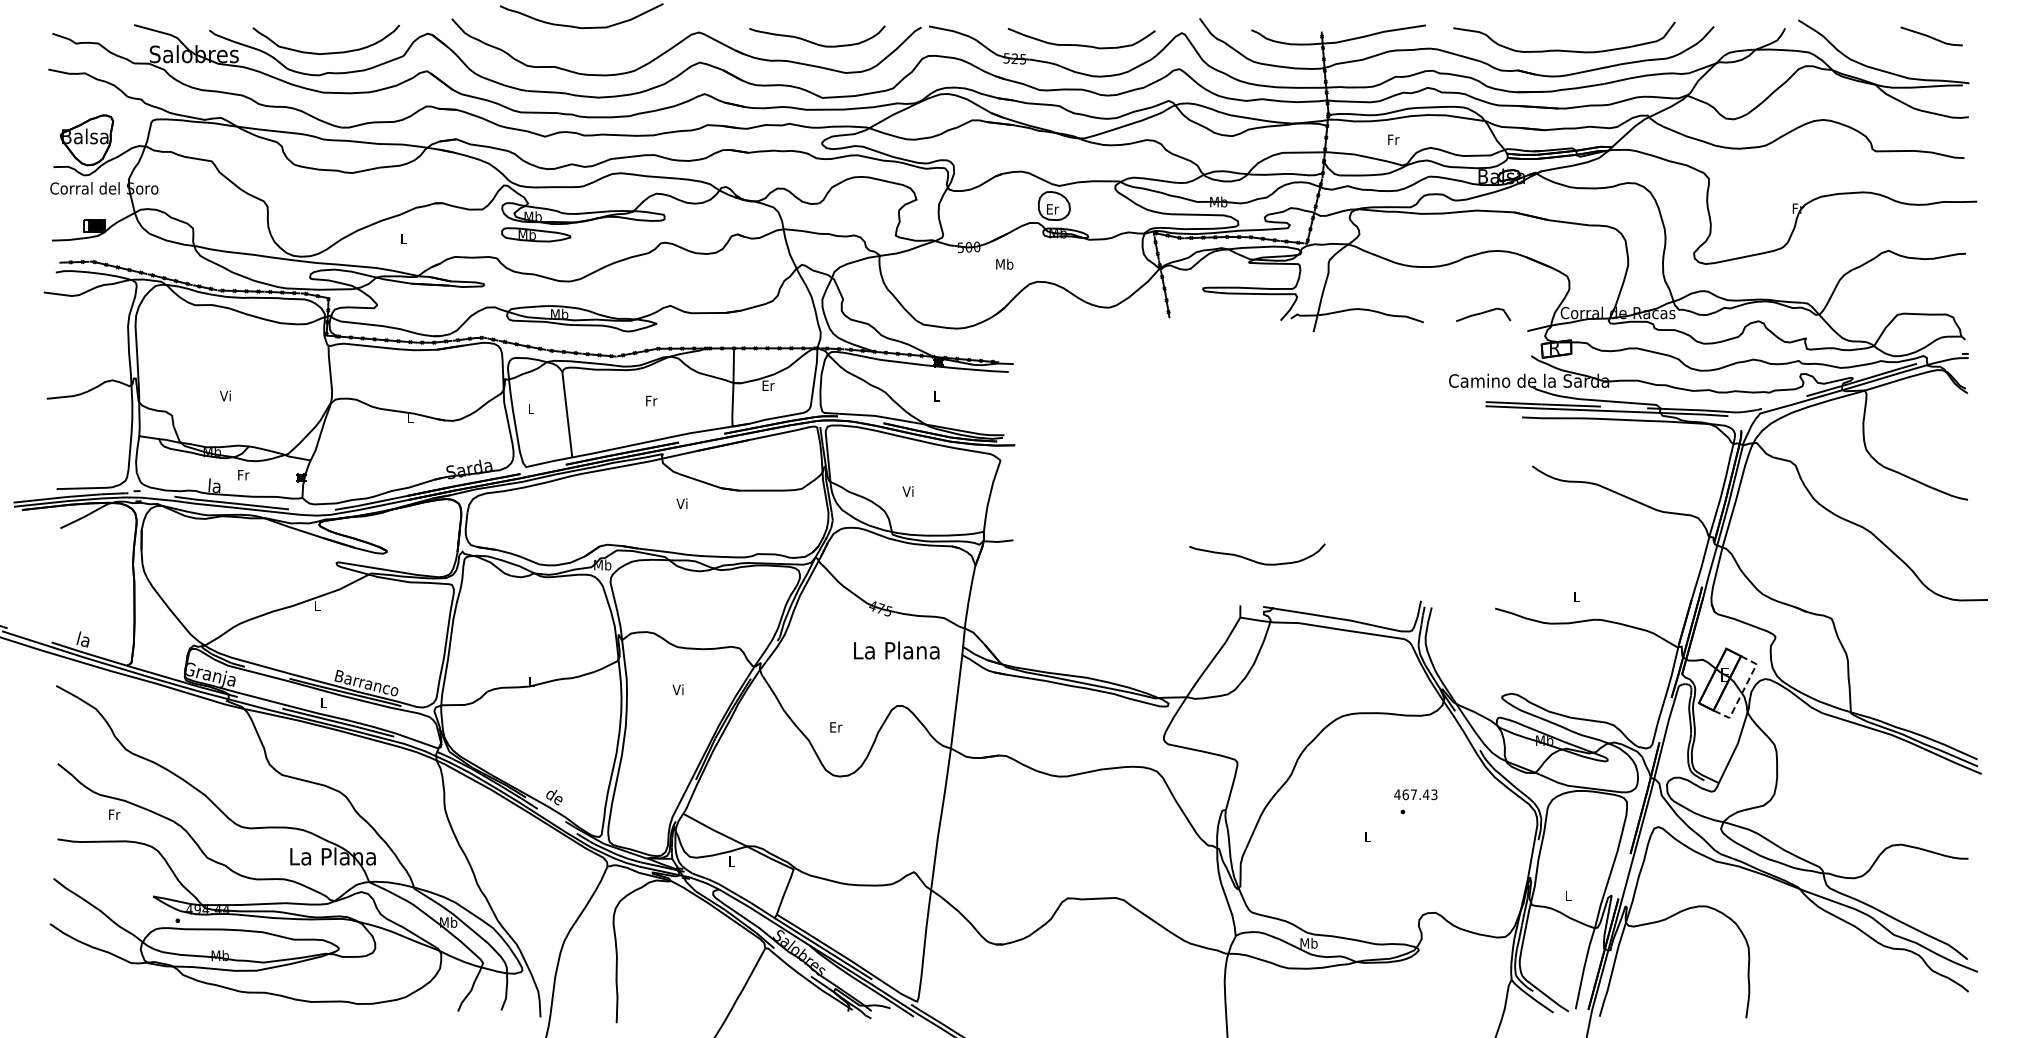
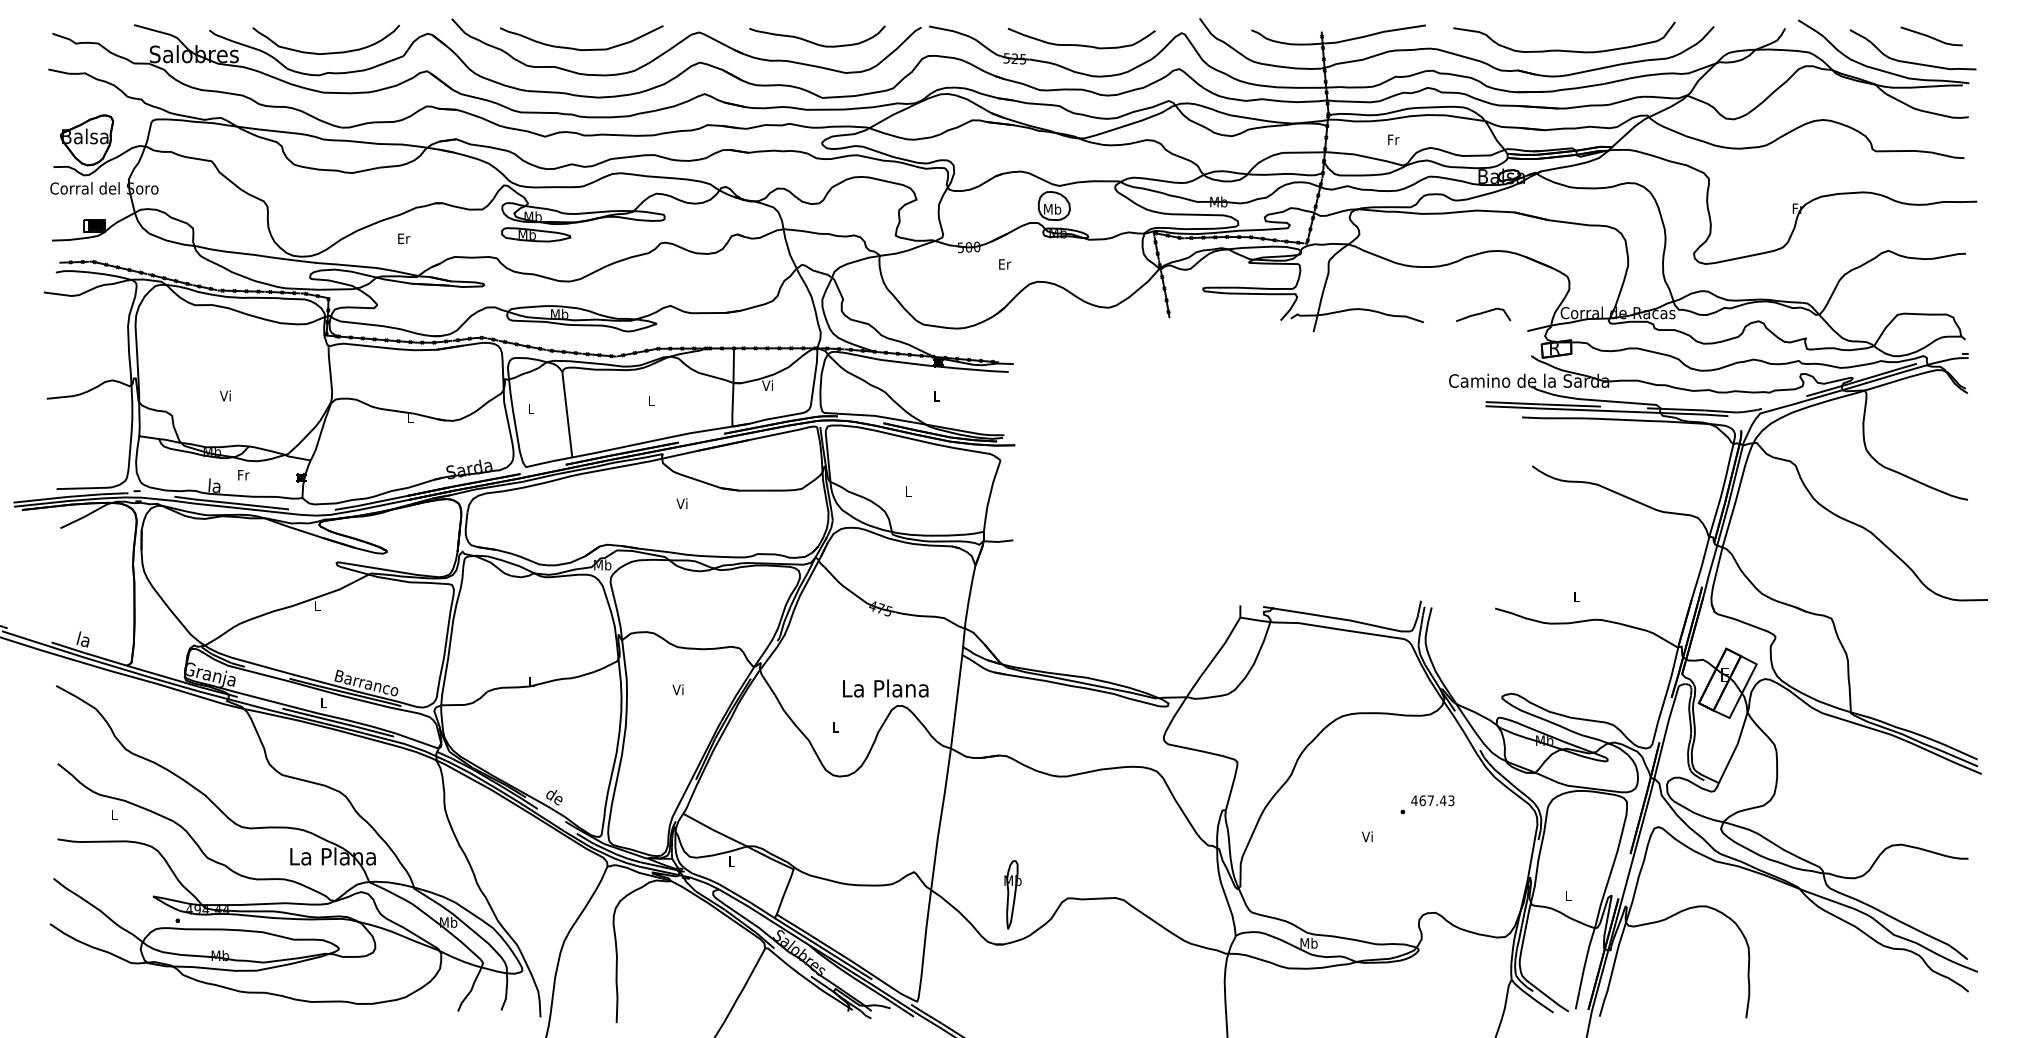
curve at (578, 26) position: (578, 26) -> (578, 48)
curve at (1909, 61): none -> present
text at (1052, 208): Er -> Mb
text at (404, 238): L -> Er
text at (1004, 263): Mb -> Er
text at (768, 385): Er -> Vi
text at (651, 400): Fr -> L
text at (907, 491): Vi -> L
curve at (1255, 560): present -> none
text at (896, 650) position: (896, 650) -> (885, 688)
line at (1742, 691): dashed -> solid
text at (836, 727): Er -> L
text at (1415, 794) position: (1415, 794) -> (1432, 800)
text at (114, 814): Fr -> L
text at (1367, 836): L -> Vi
part at (1012, 894): none -> present
